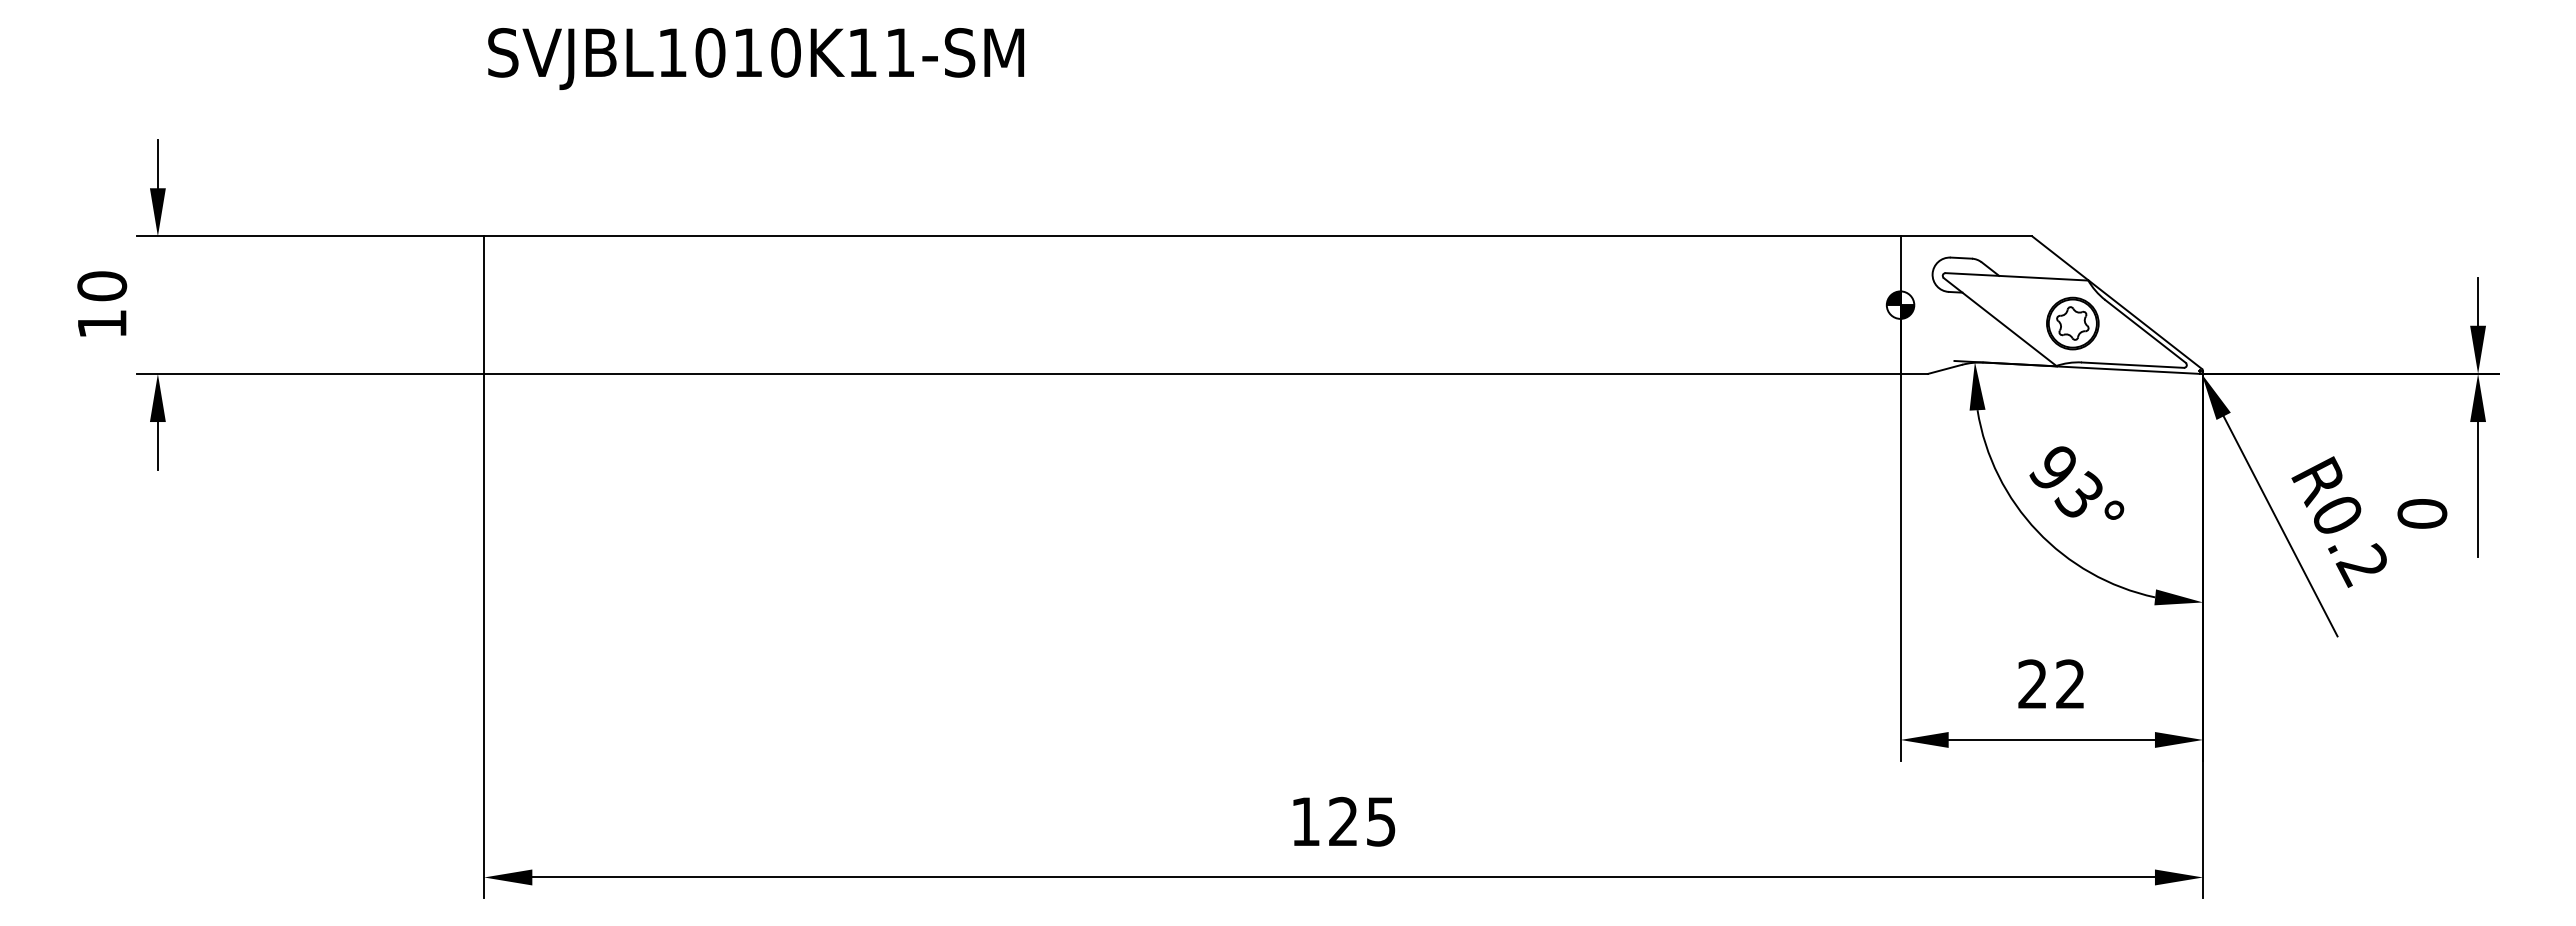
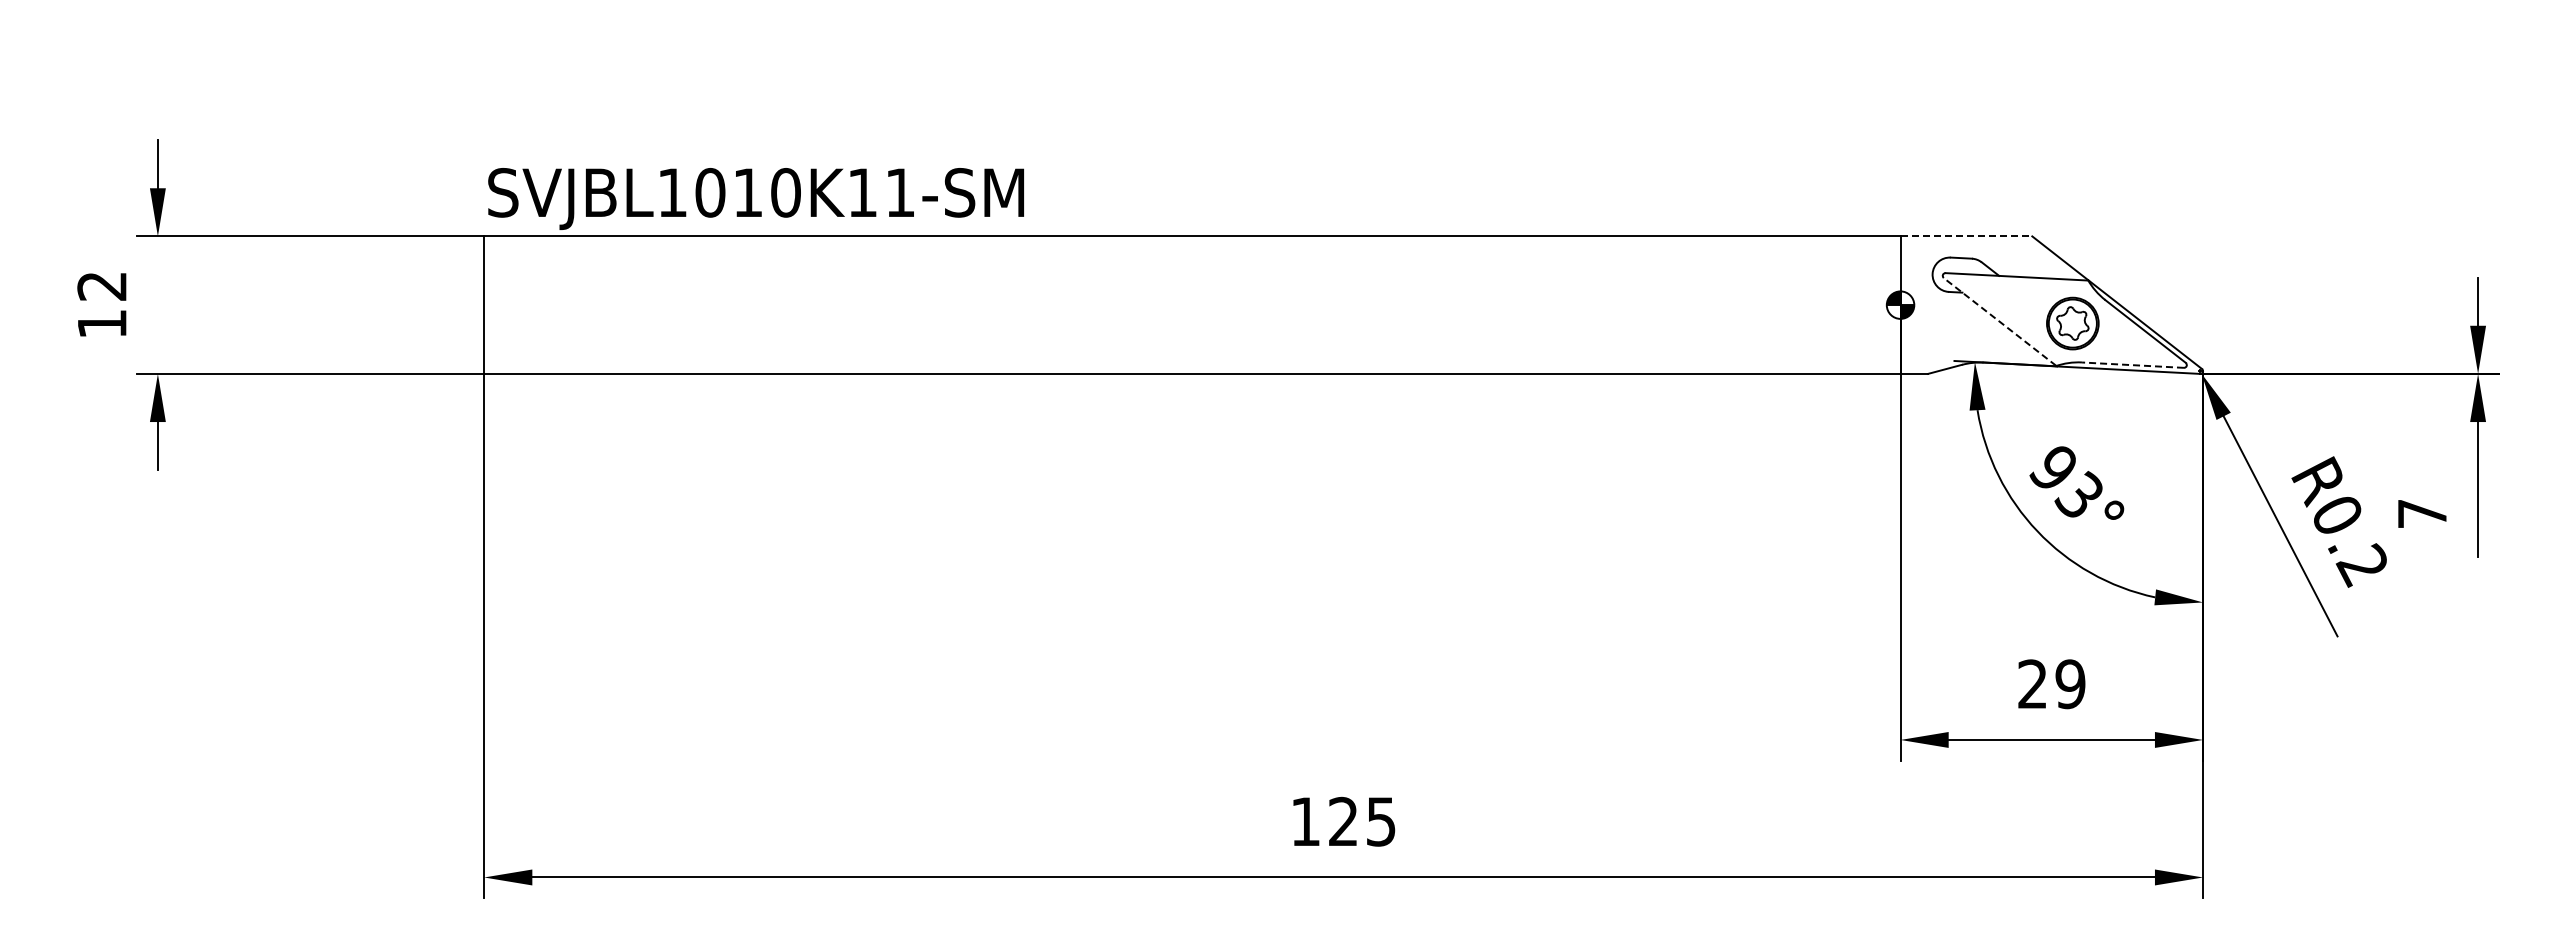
text at (755, 58) position: (755, 58) -> (755, 198)
line at (1966, 236): solid -> dashed
text at (102, 286): 10 -> 12
line at (1999, 321): solid -> dashed
line at (2132, 365): solid -> dashed
text at (2422, 513): 0 -> 7
text at (2070, 684): 22 -> 29
